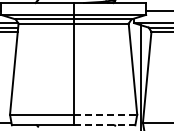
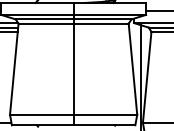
line at (105, 114): dashed -> solid
line at (104, 125): dashed -> solid
